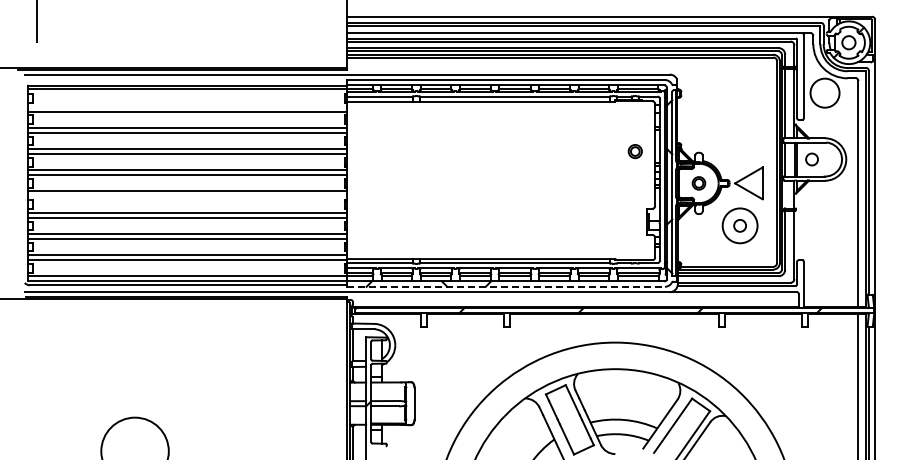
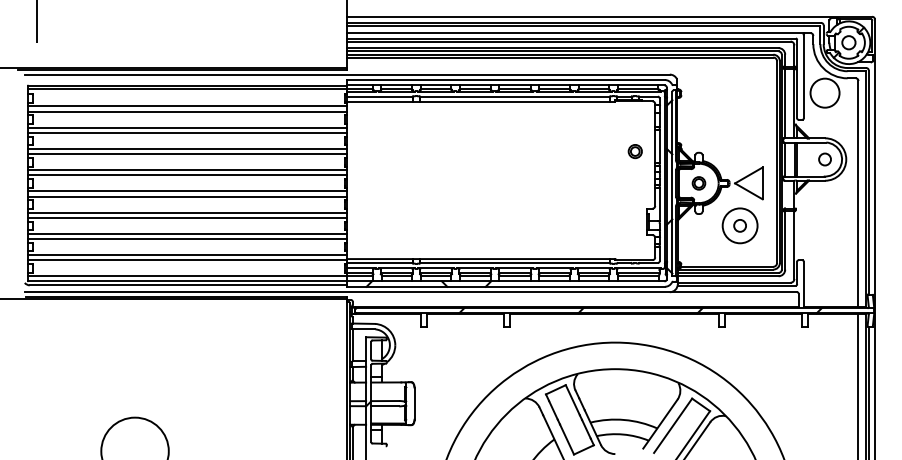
line at (187, 106): none -> present
circle at (811, 159) position: (811, 159) -> (824, 159)
line at (187, 196): none -> present
line at (506, 286): dashed -> solid
